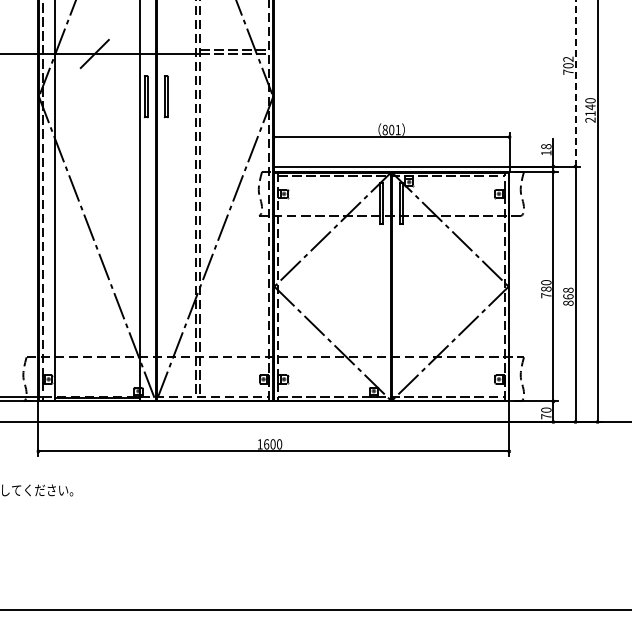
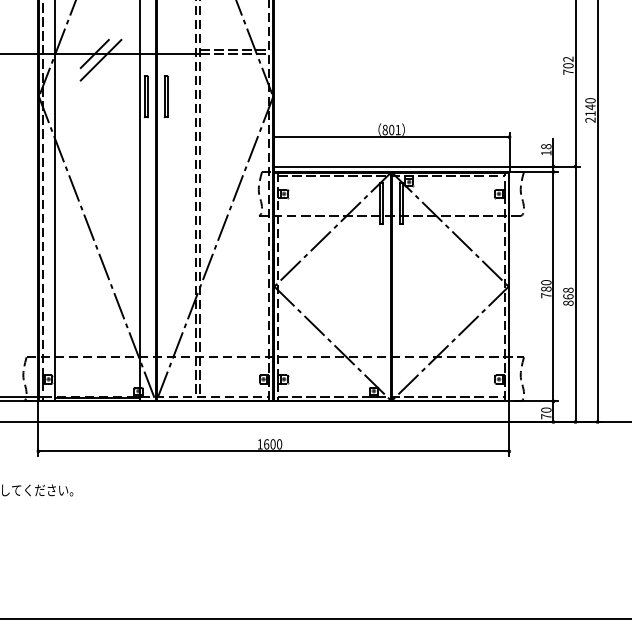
line at (100, 59): none -> present
line at (575, 83): dashed -> solid
line at (315, 609) position: (315, 609) -> (315, 618)
